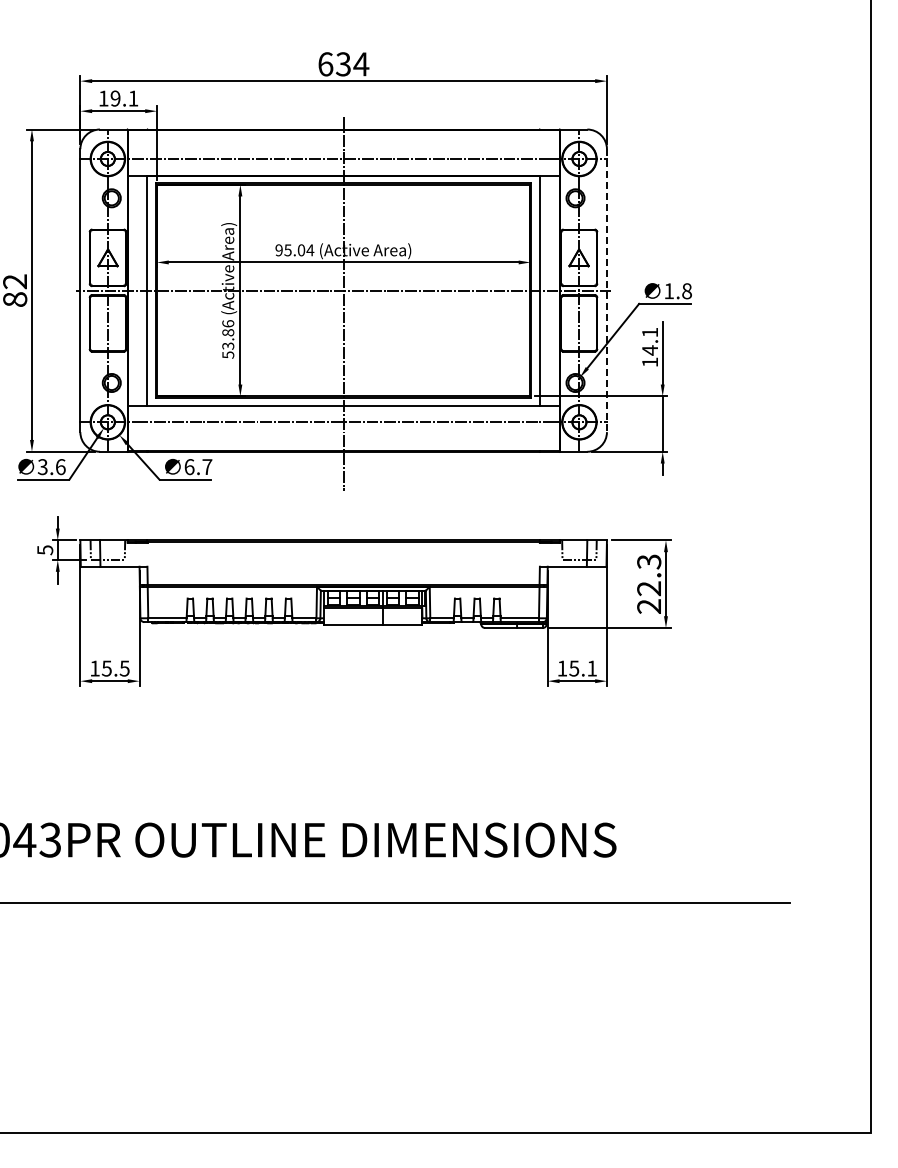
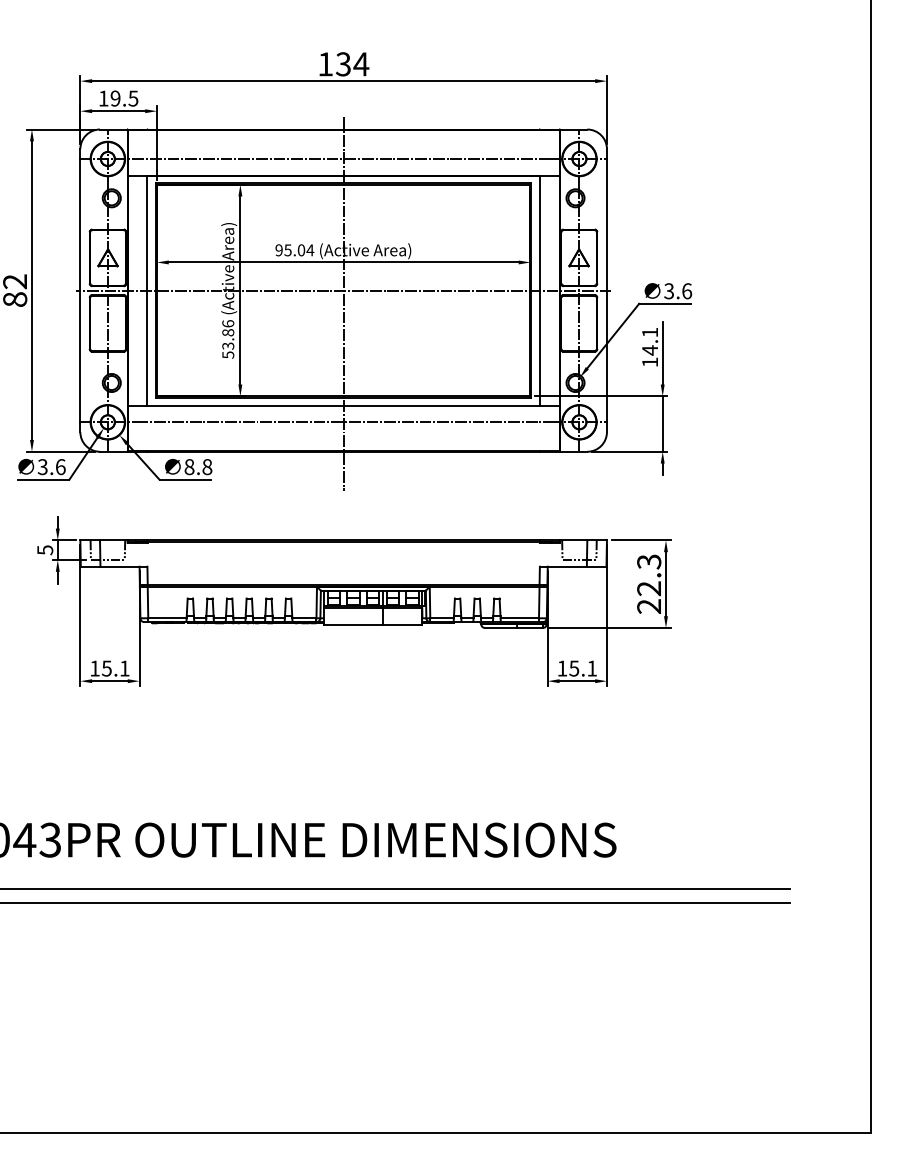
text at (325, 64): 634 -> 134
text at (133, 98): 19.1 -> 19.5
line at (606, 291): dashed -> solid
text at (678, 291): 1.8 -> 3.6
text at (198, 467): 6.7 -> 8.8
text at (124, 668): 15.5 -> 15.1
line at (395, 889): none -> present
